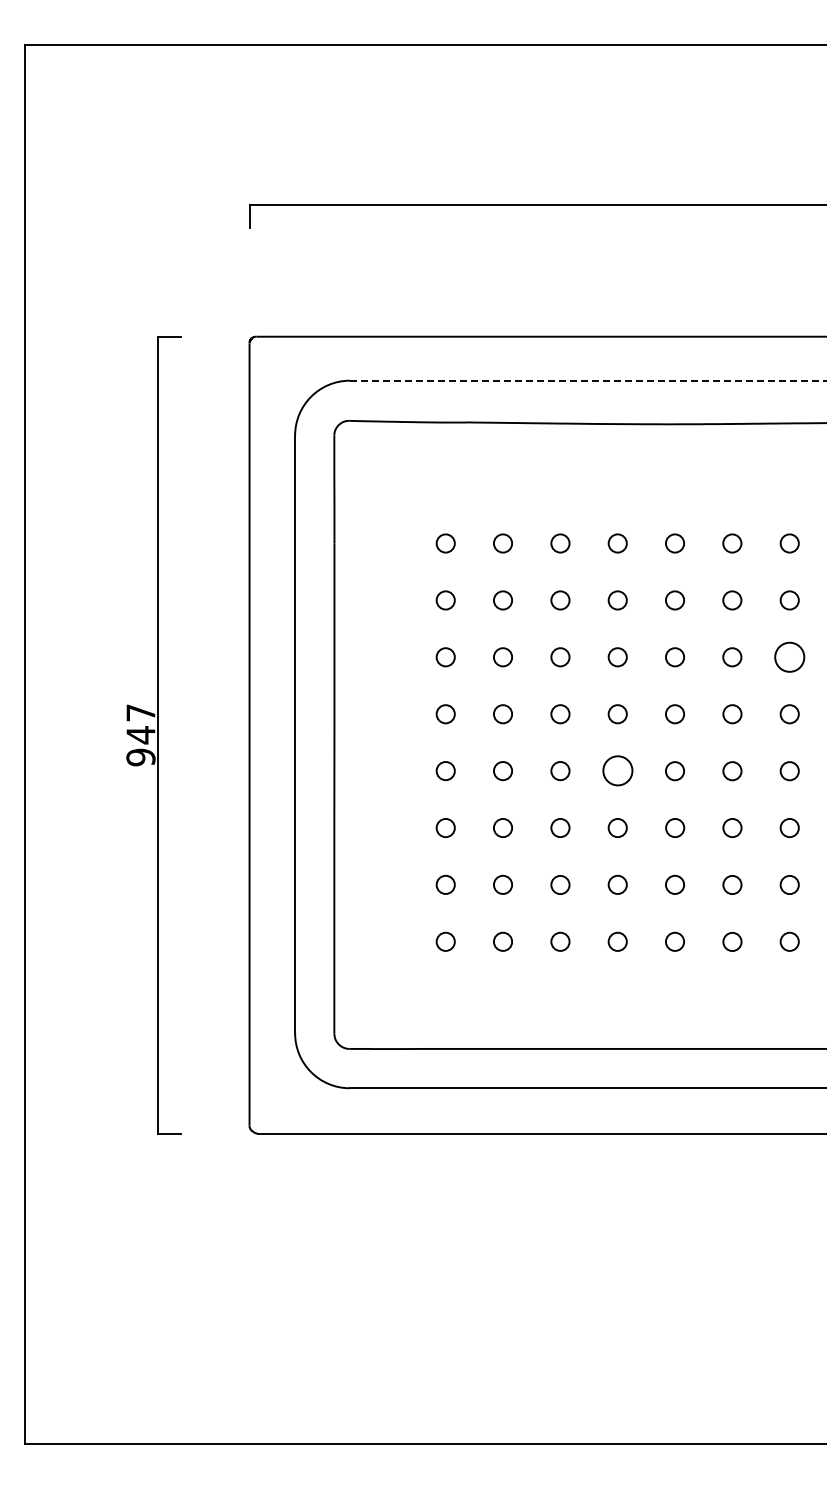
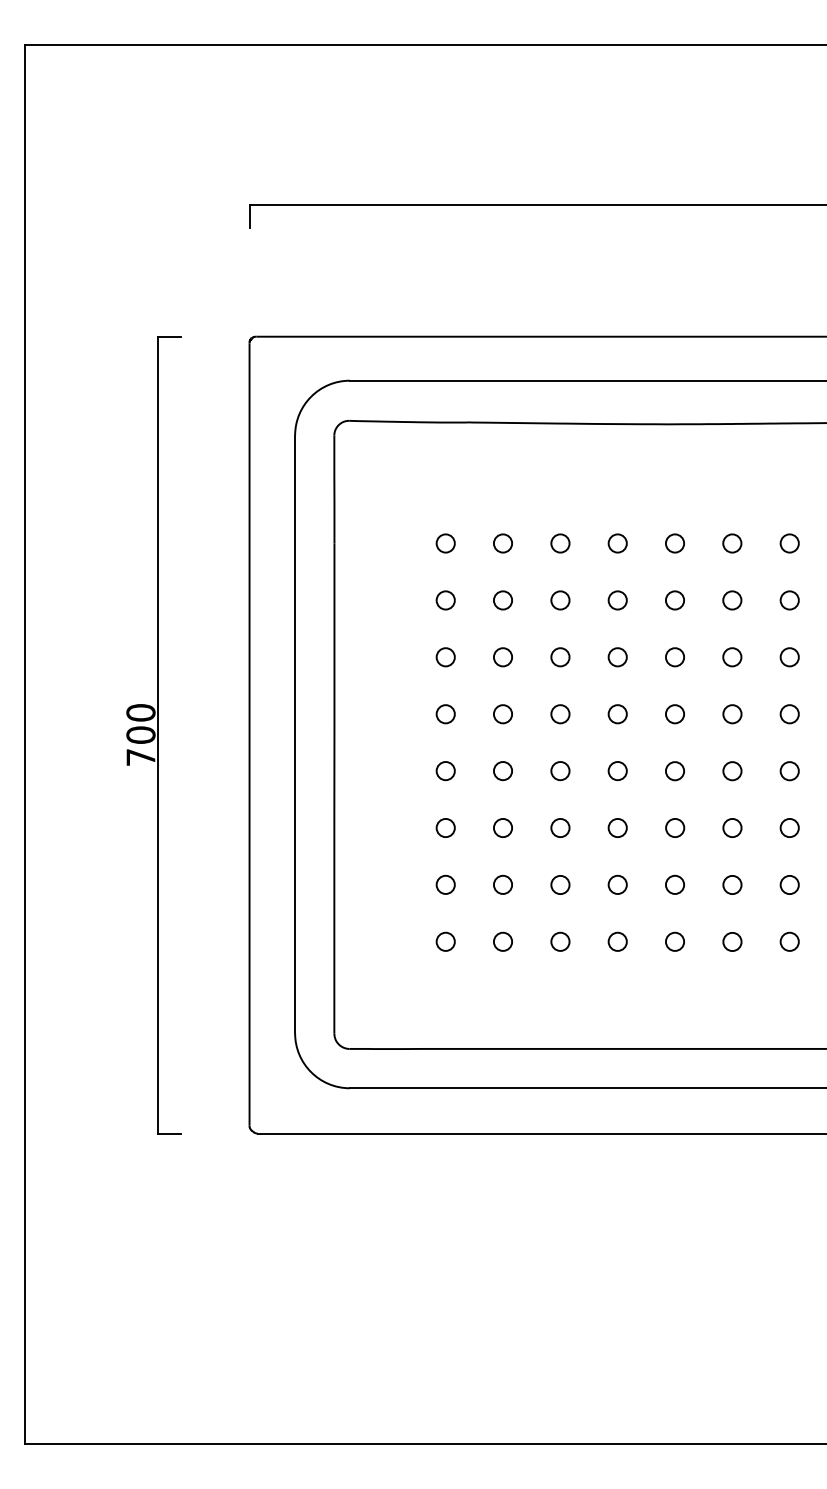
line at (588, 380): dashed -> solid
circle at (789, 656) diameter: 29 px -> 18 px
text at (140, 735): 947 -> 700
circle at (617, 770) size: 32x32 px -> 21x21 px
